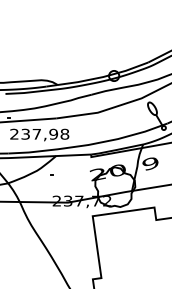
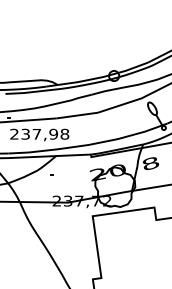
text at (150, 163): 9 -> 8
